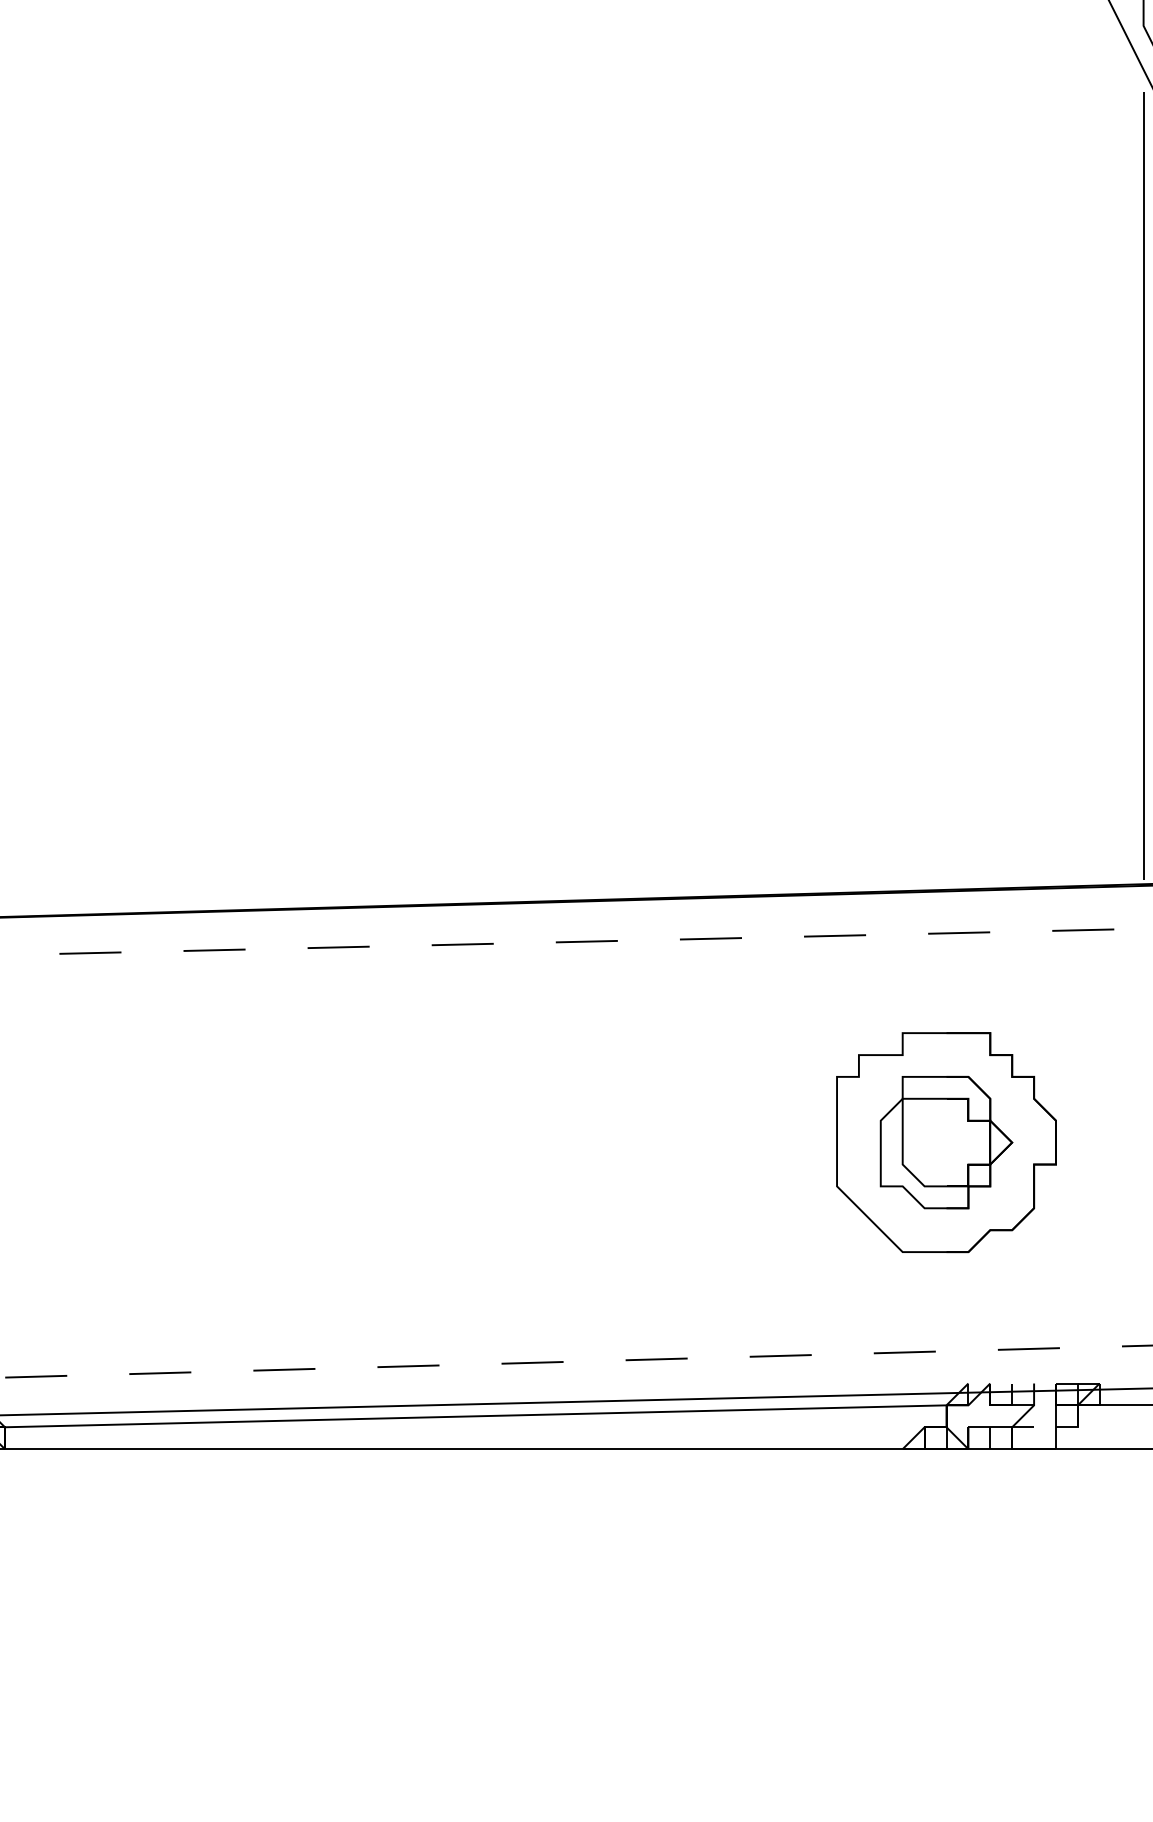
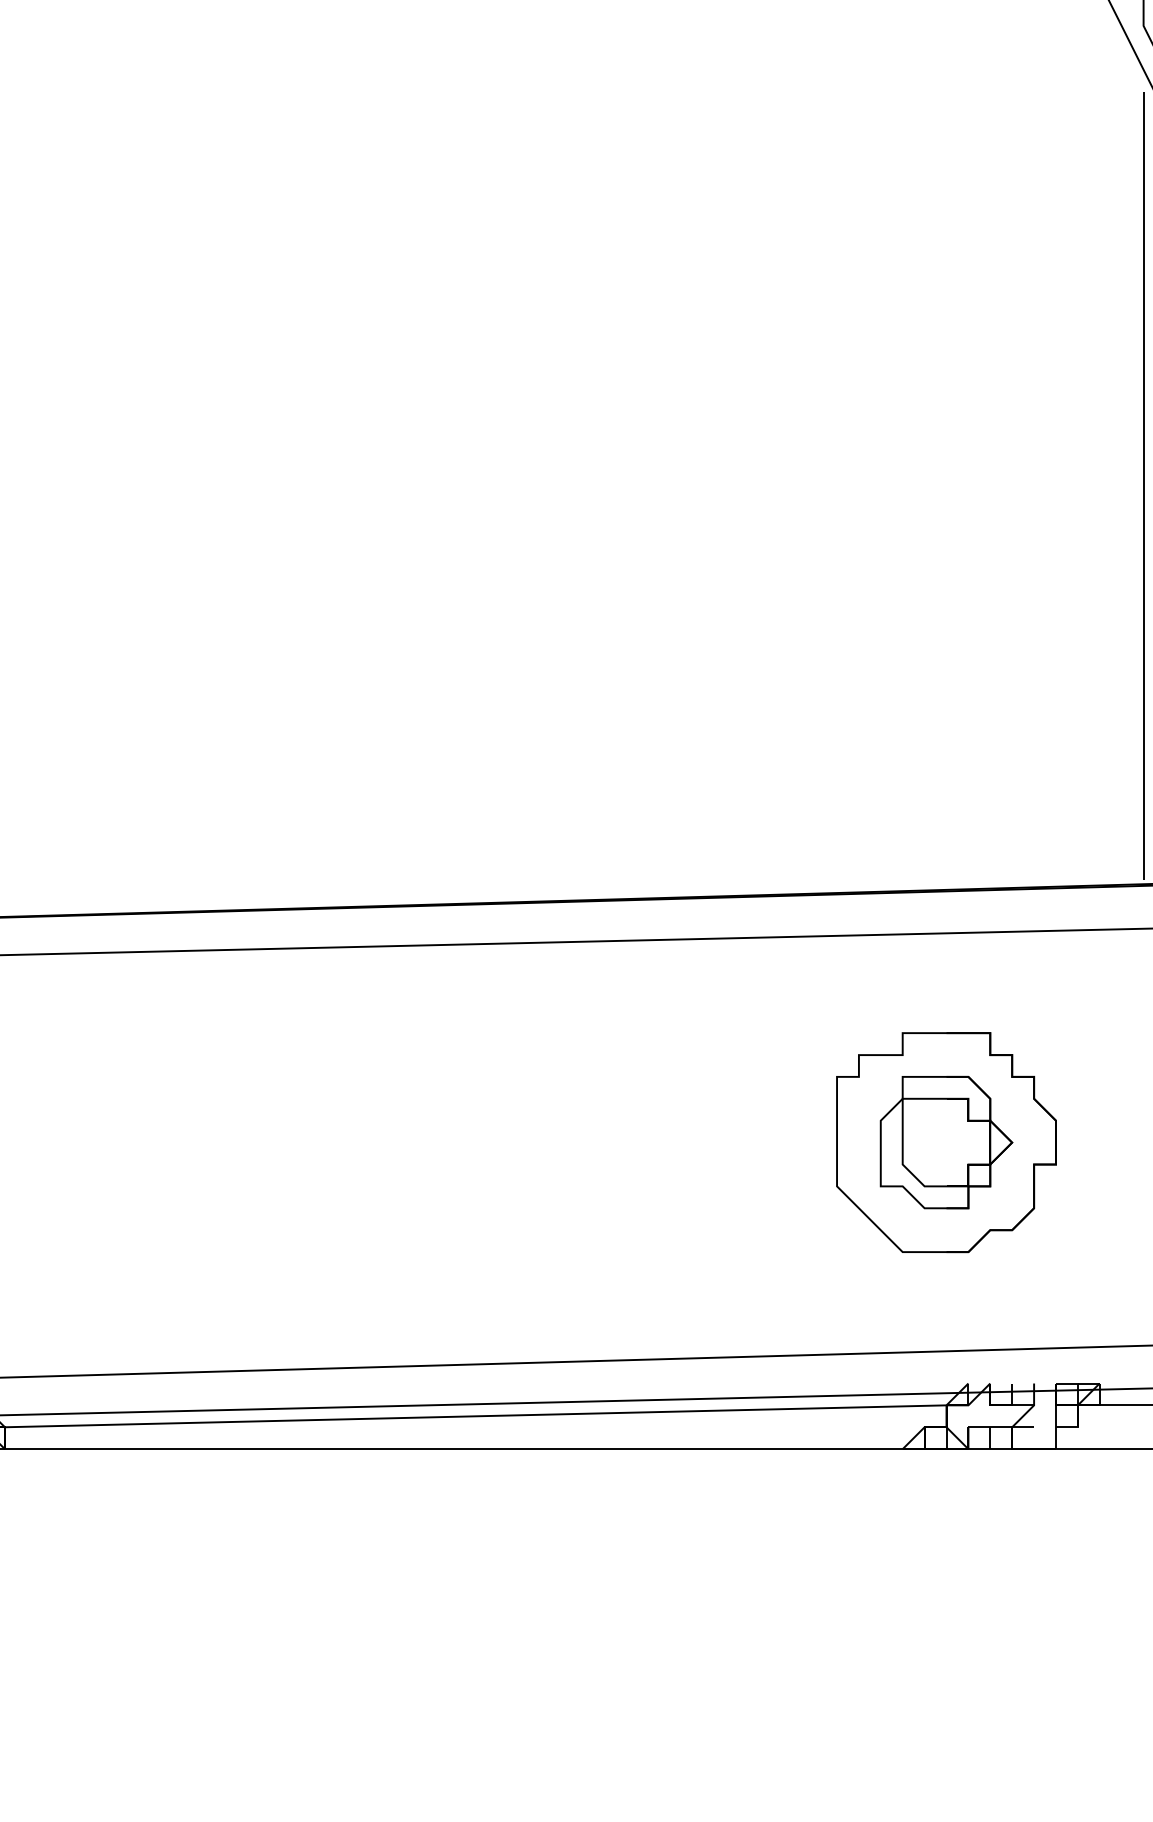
line at (576, 941): dashed -> solid
line at (576, 1361): dashed -> solid
